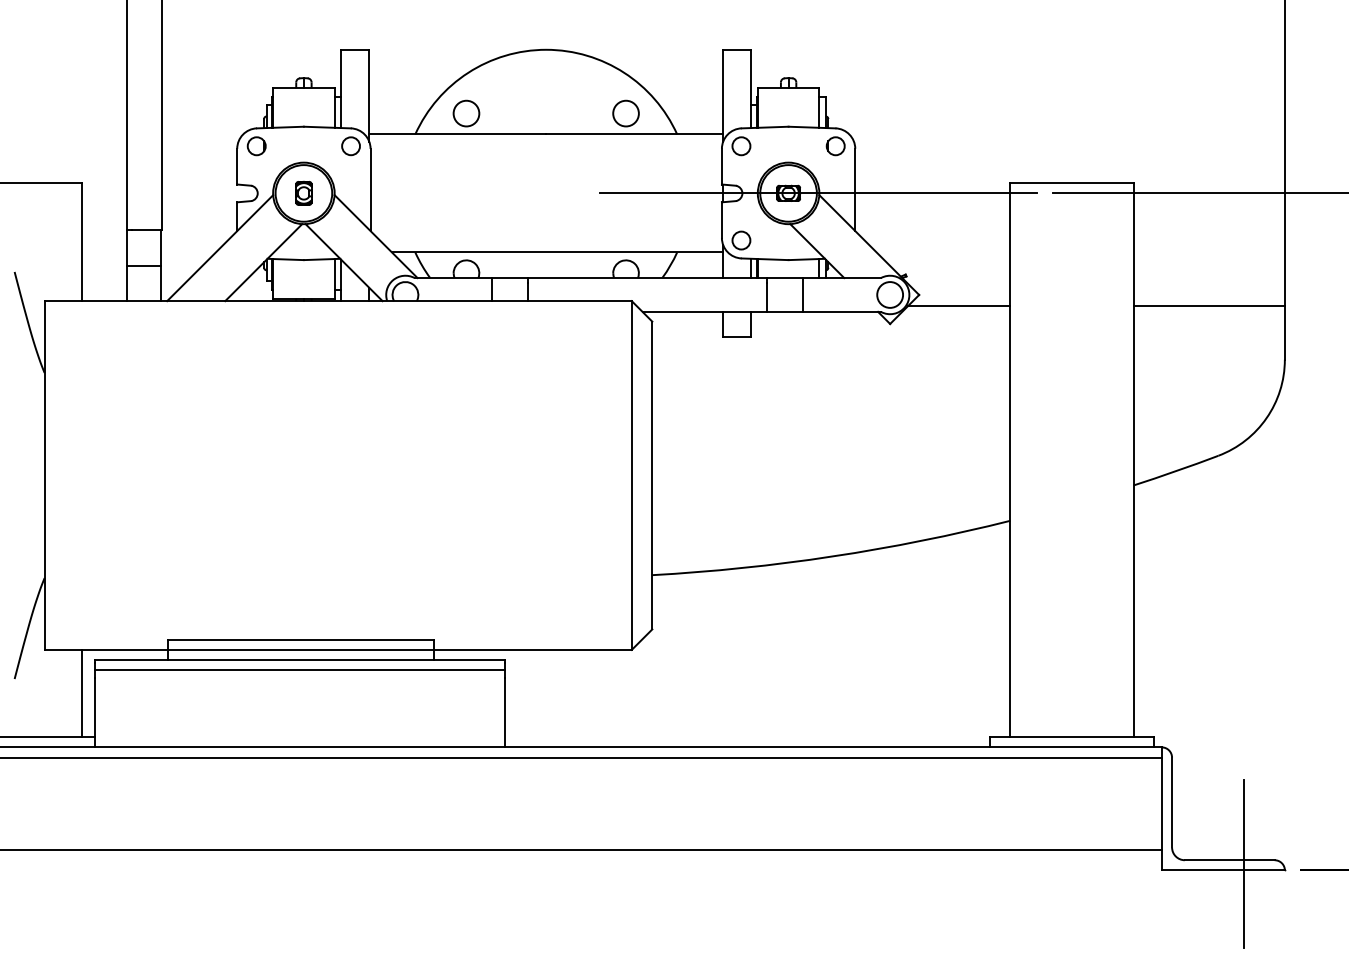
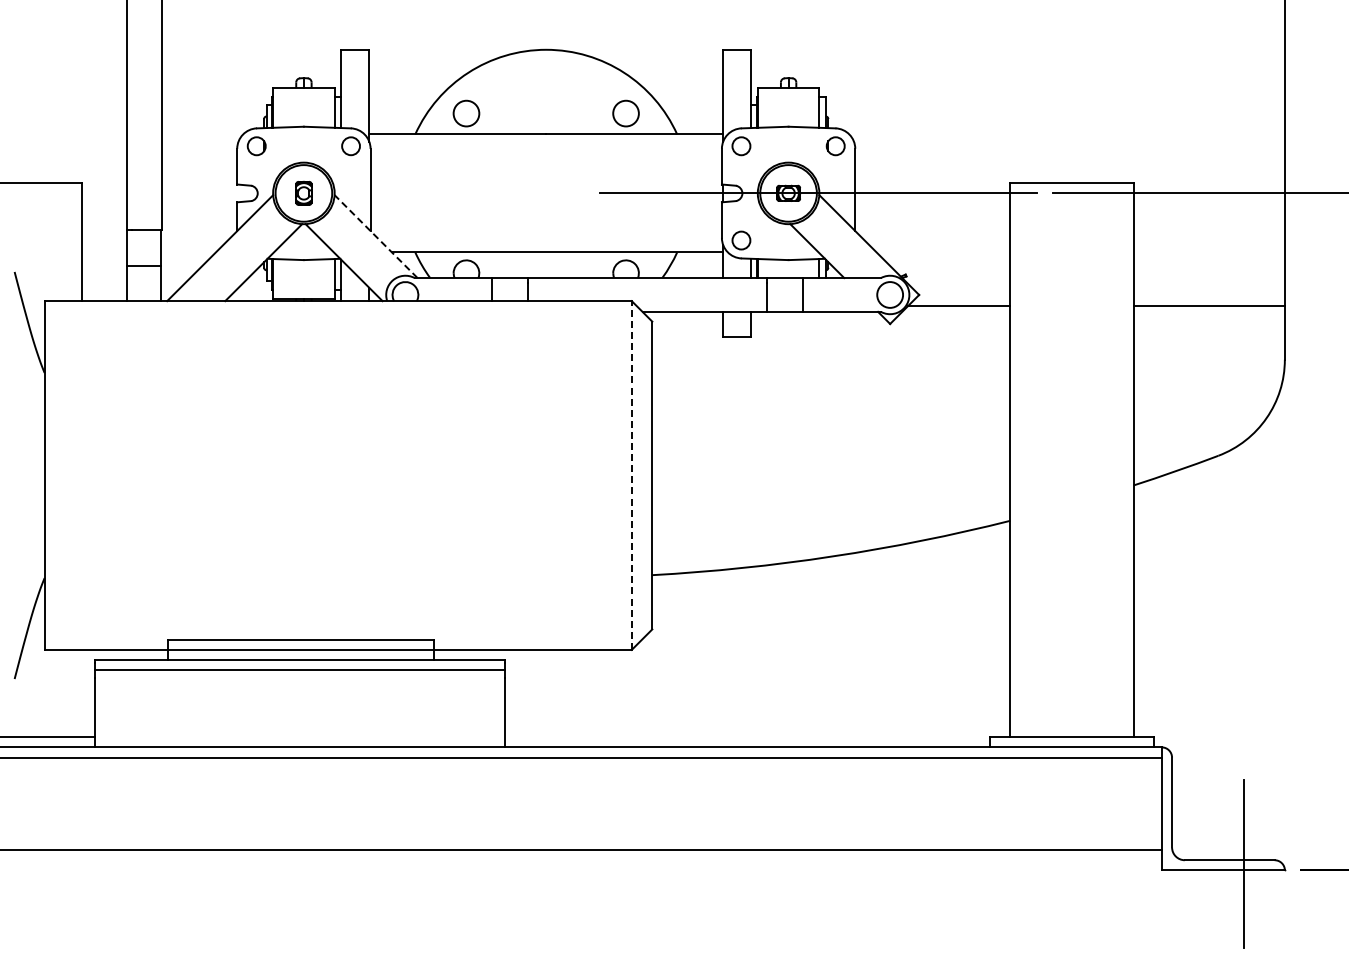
line at (376, 236): solid -> dashed
line at (631, 475): solid -> dashed
line at (82, 693): present -> none
